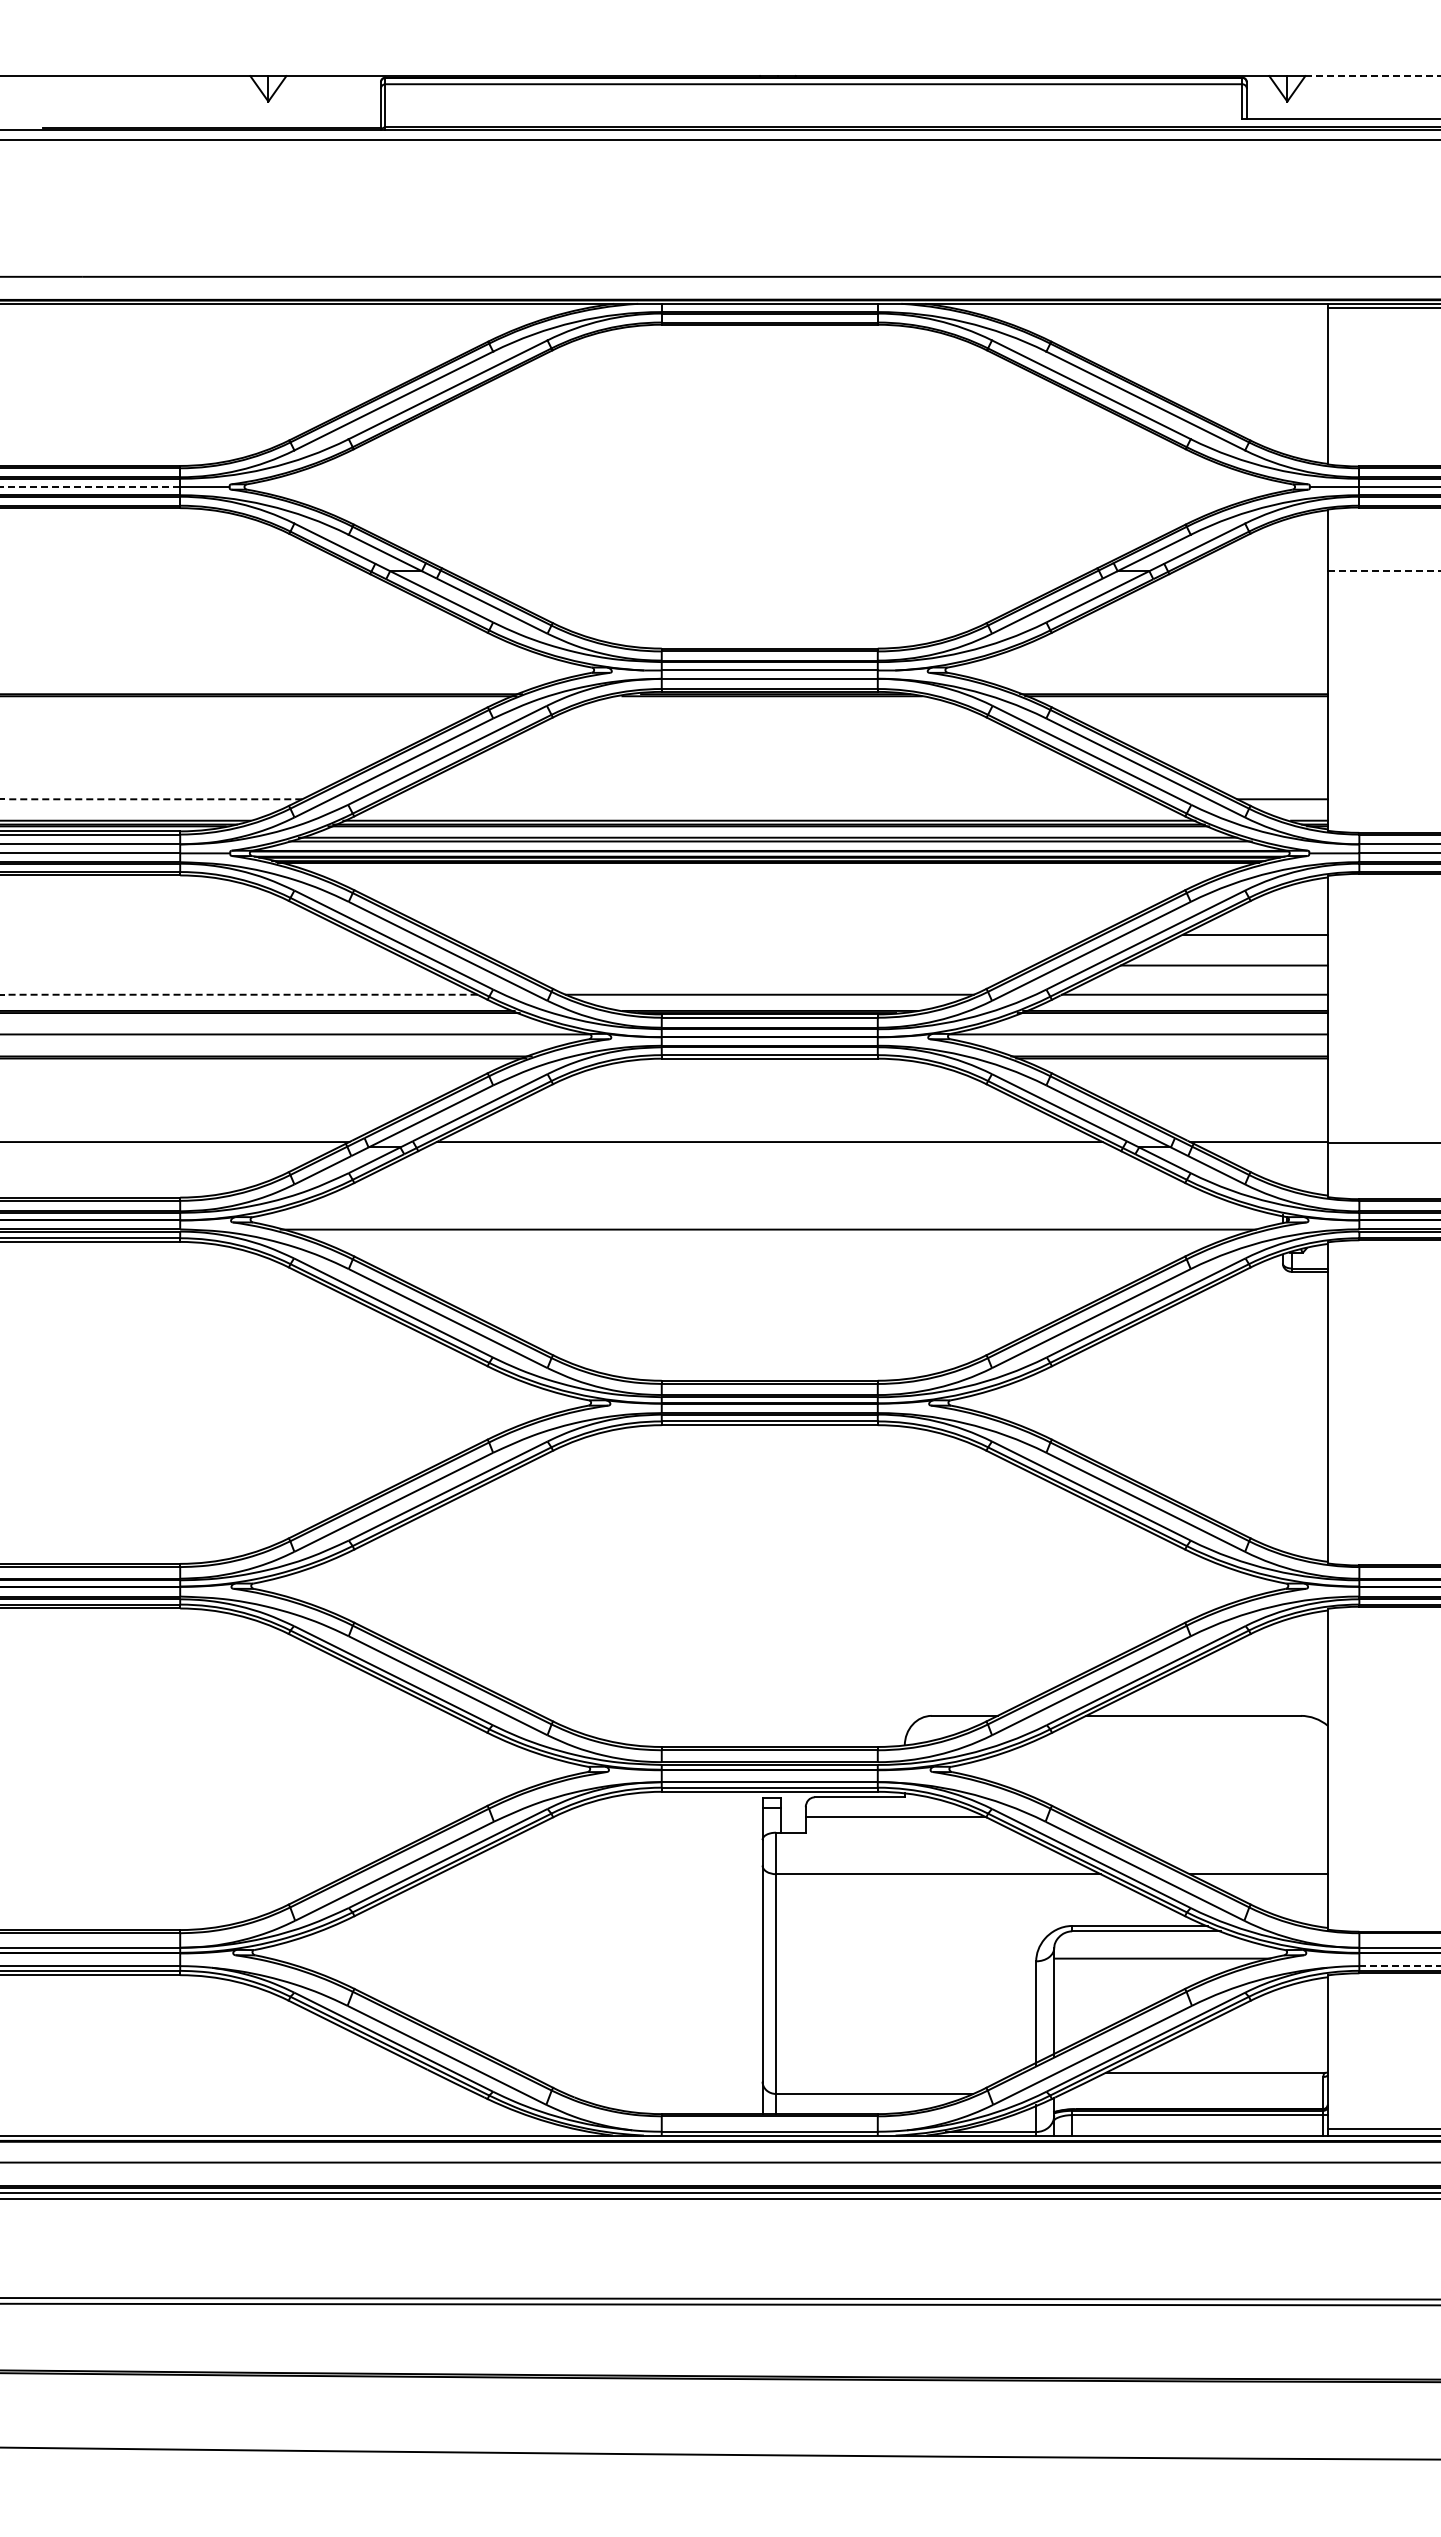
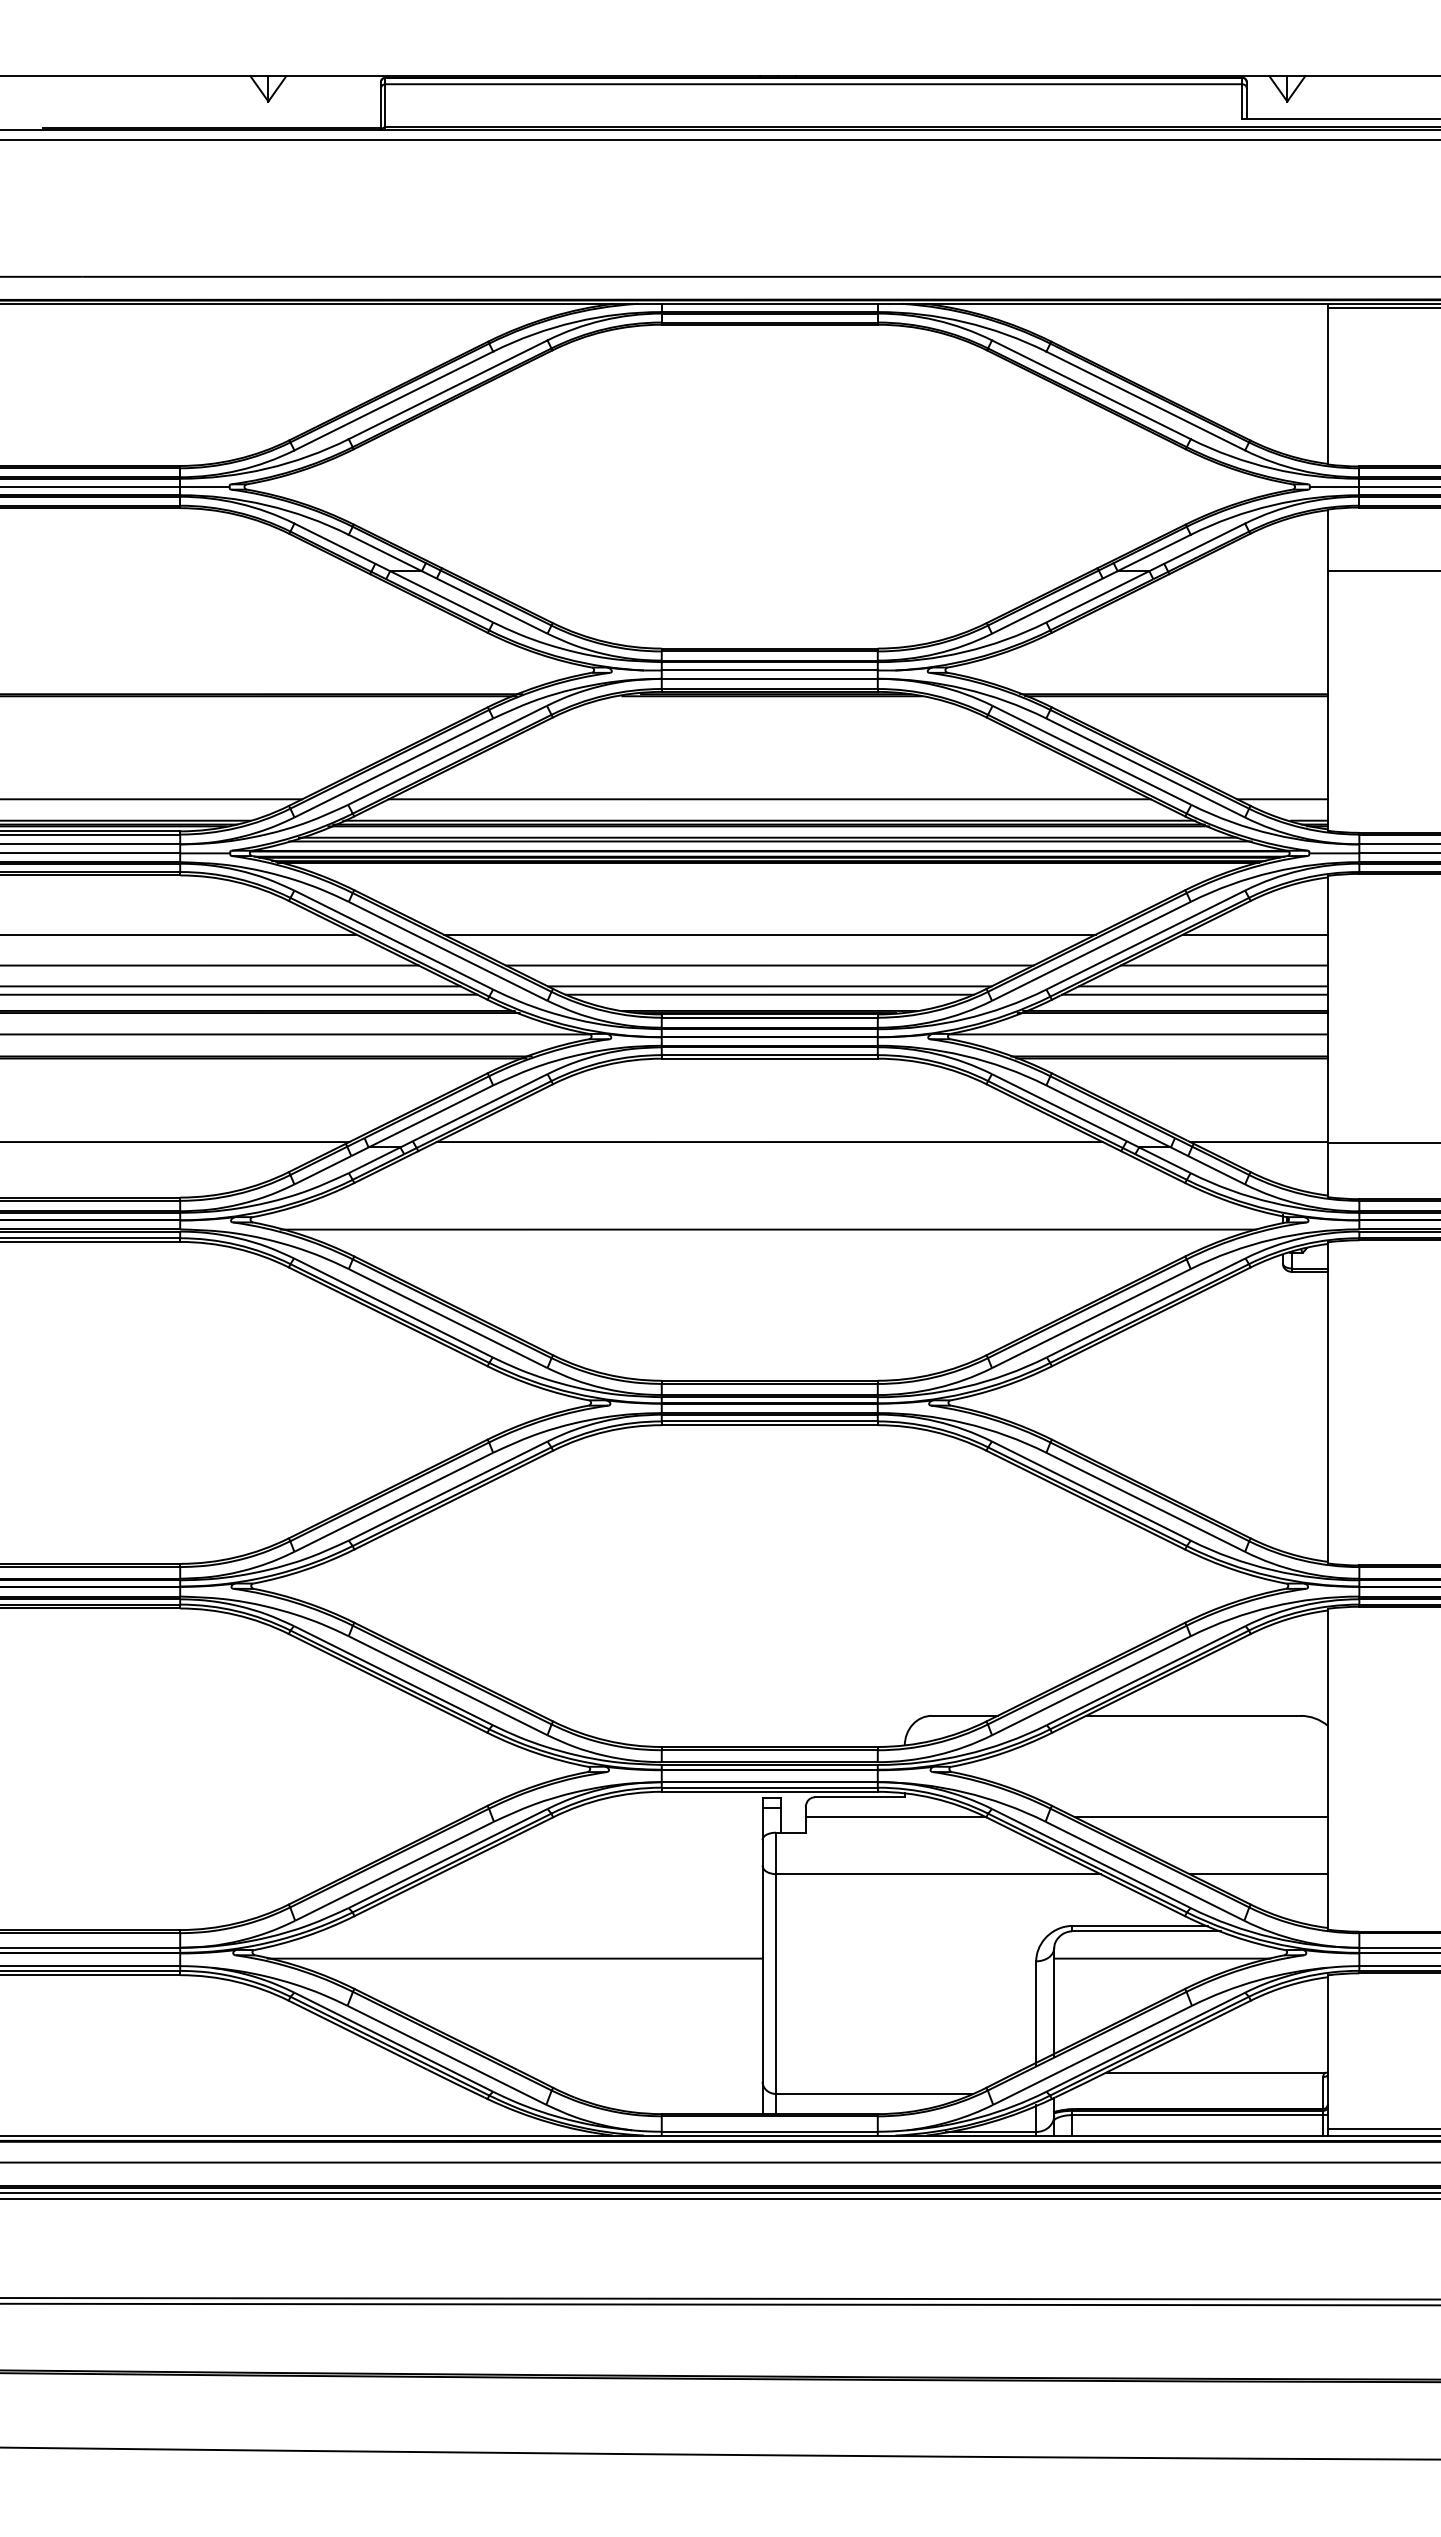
line at (1373, 76): dashed -> solid
line at (90, 487): dashed -> solid
line at (1384, 571): dashed -> solid
line at (151, 799): dashed -> solid
line at (769, 799): none -> present
line at (179, 934): none -> present
line at (769, 934): none -> present
line at (210, 965): none -> present
line at (769, 965): none -> present
line at (231, 986): none -> present
line at (769, 986): none -> present
line at (1202, 986): none -> present
line at (238, 994): dashed -> solid
line at (1200, 1817): none -> present
line at (514, 1958): none -> present
line at (1400, 1966): dashed -> solid
